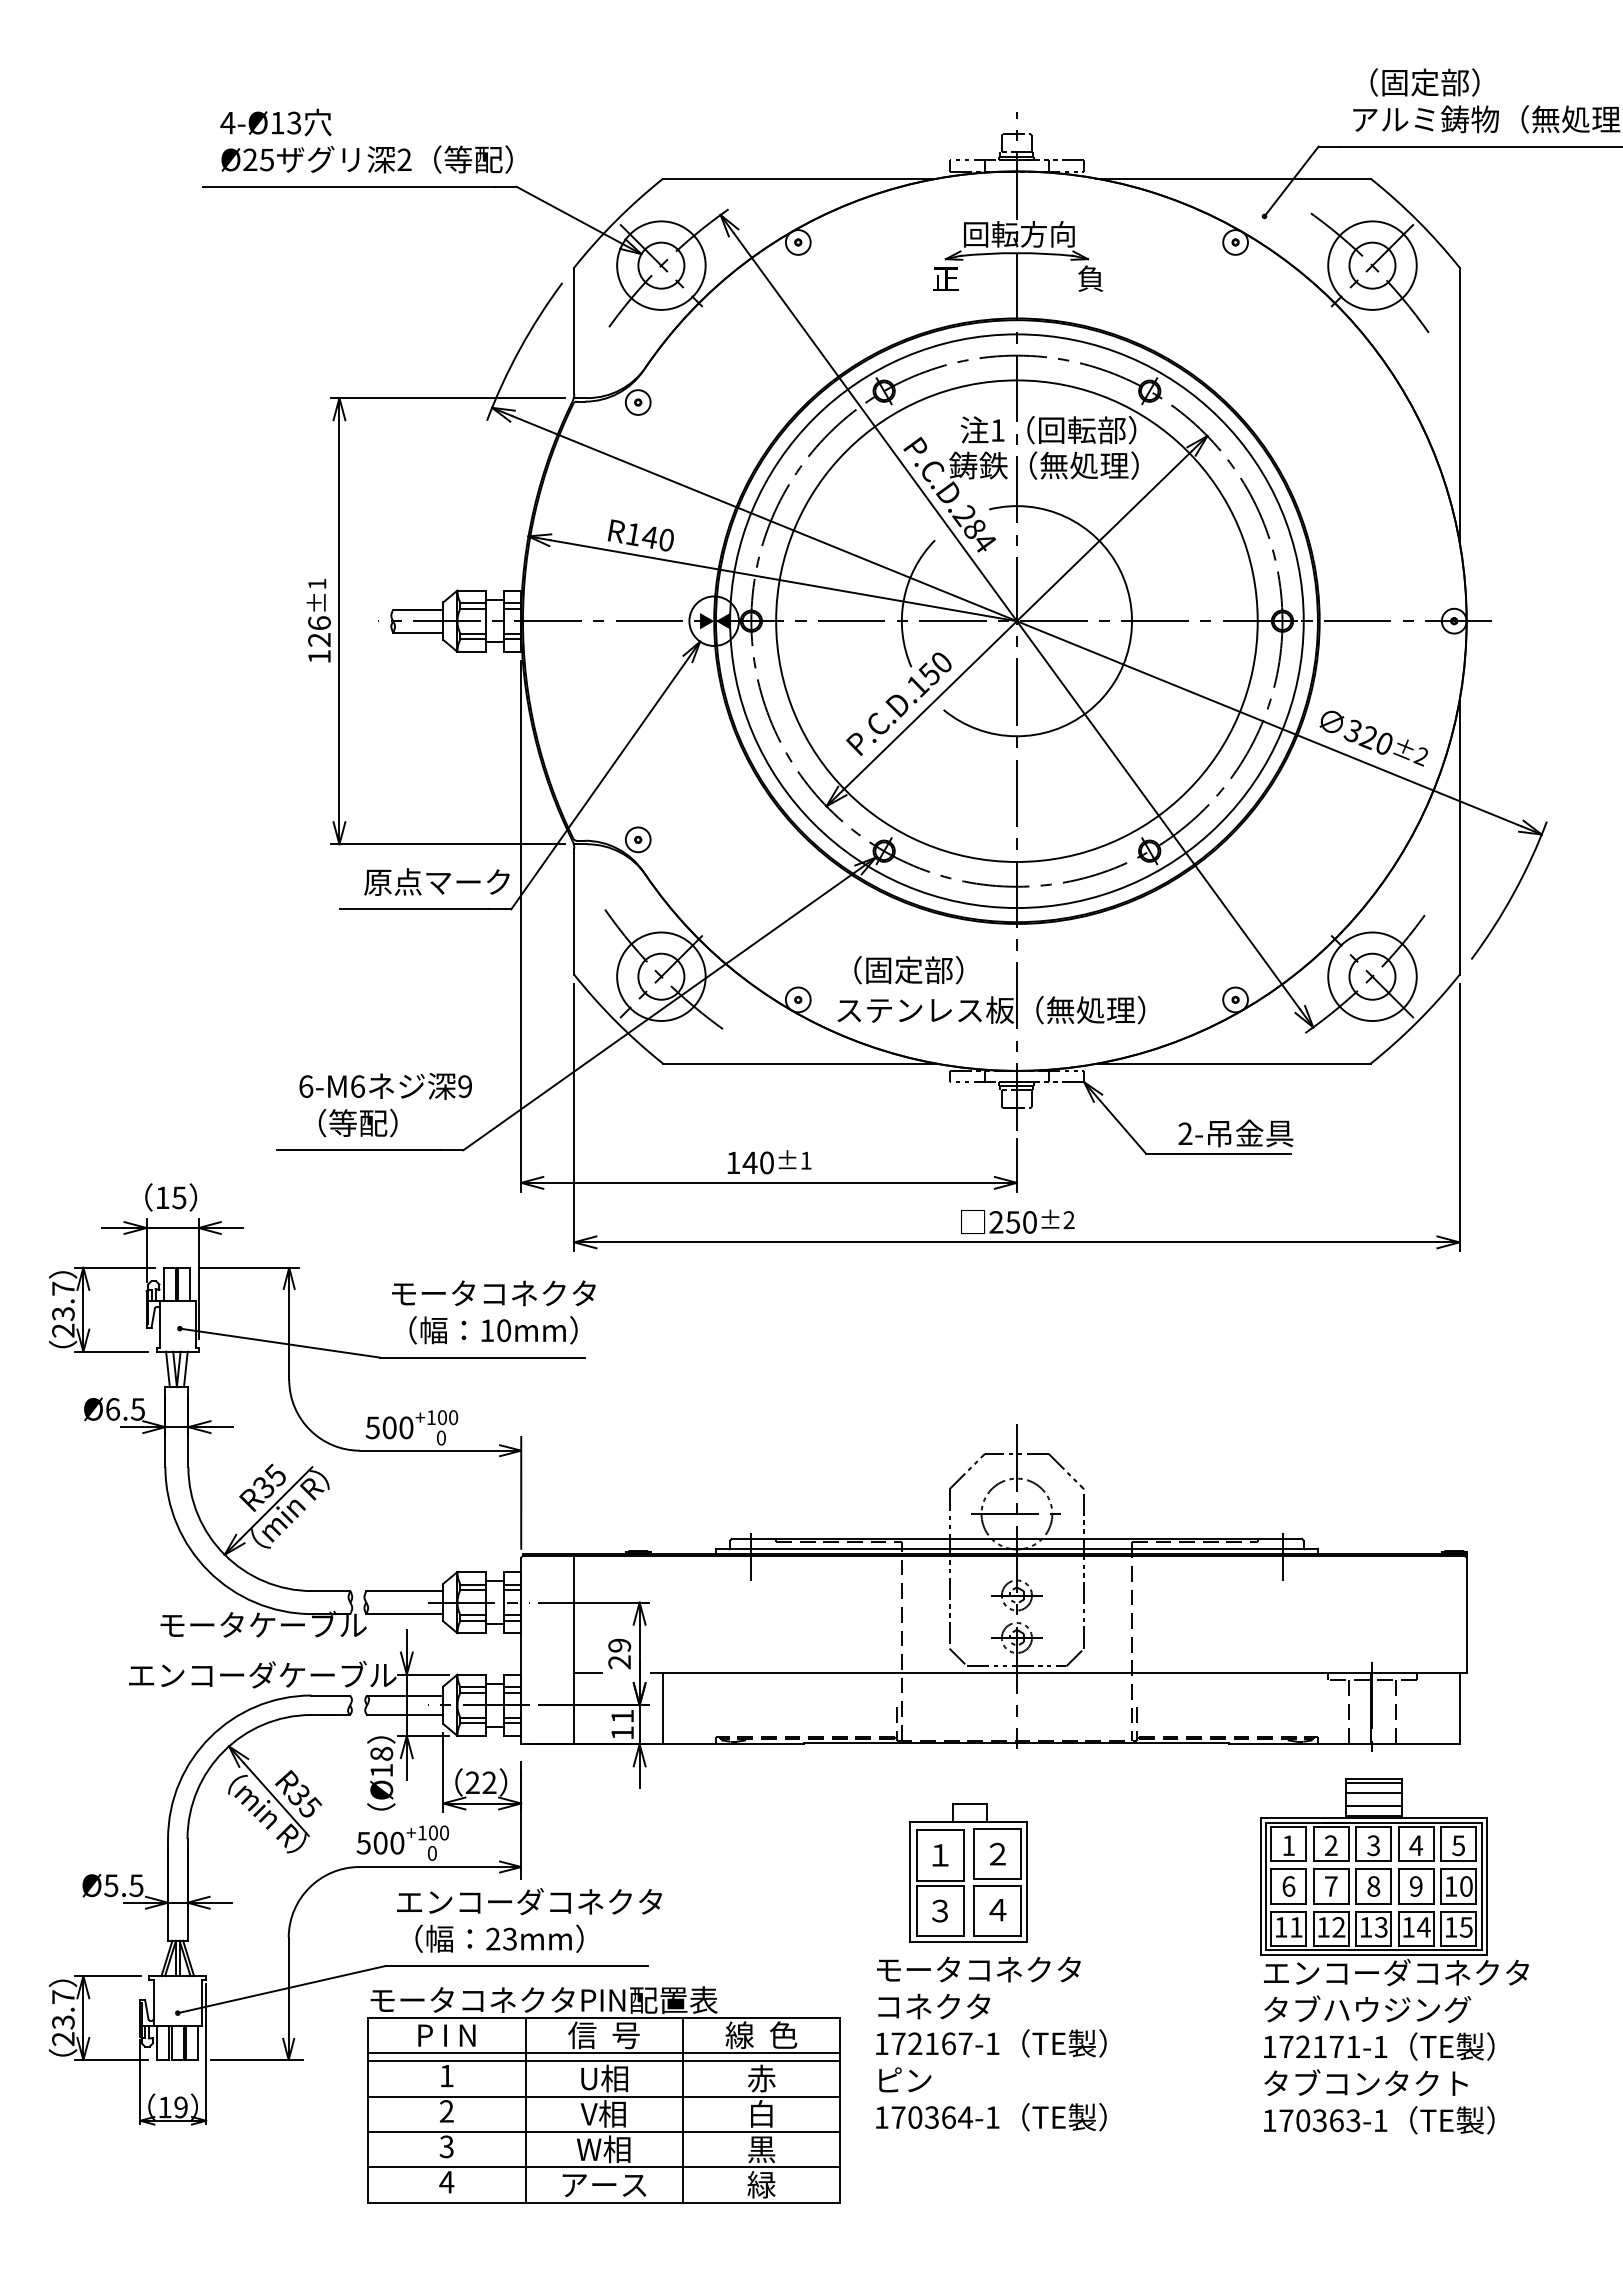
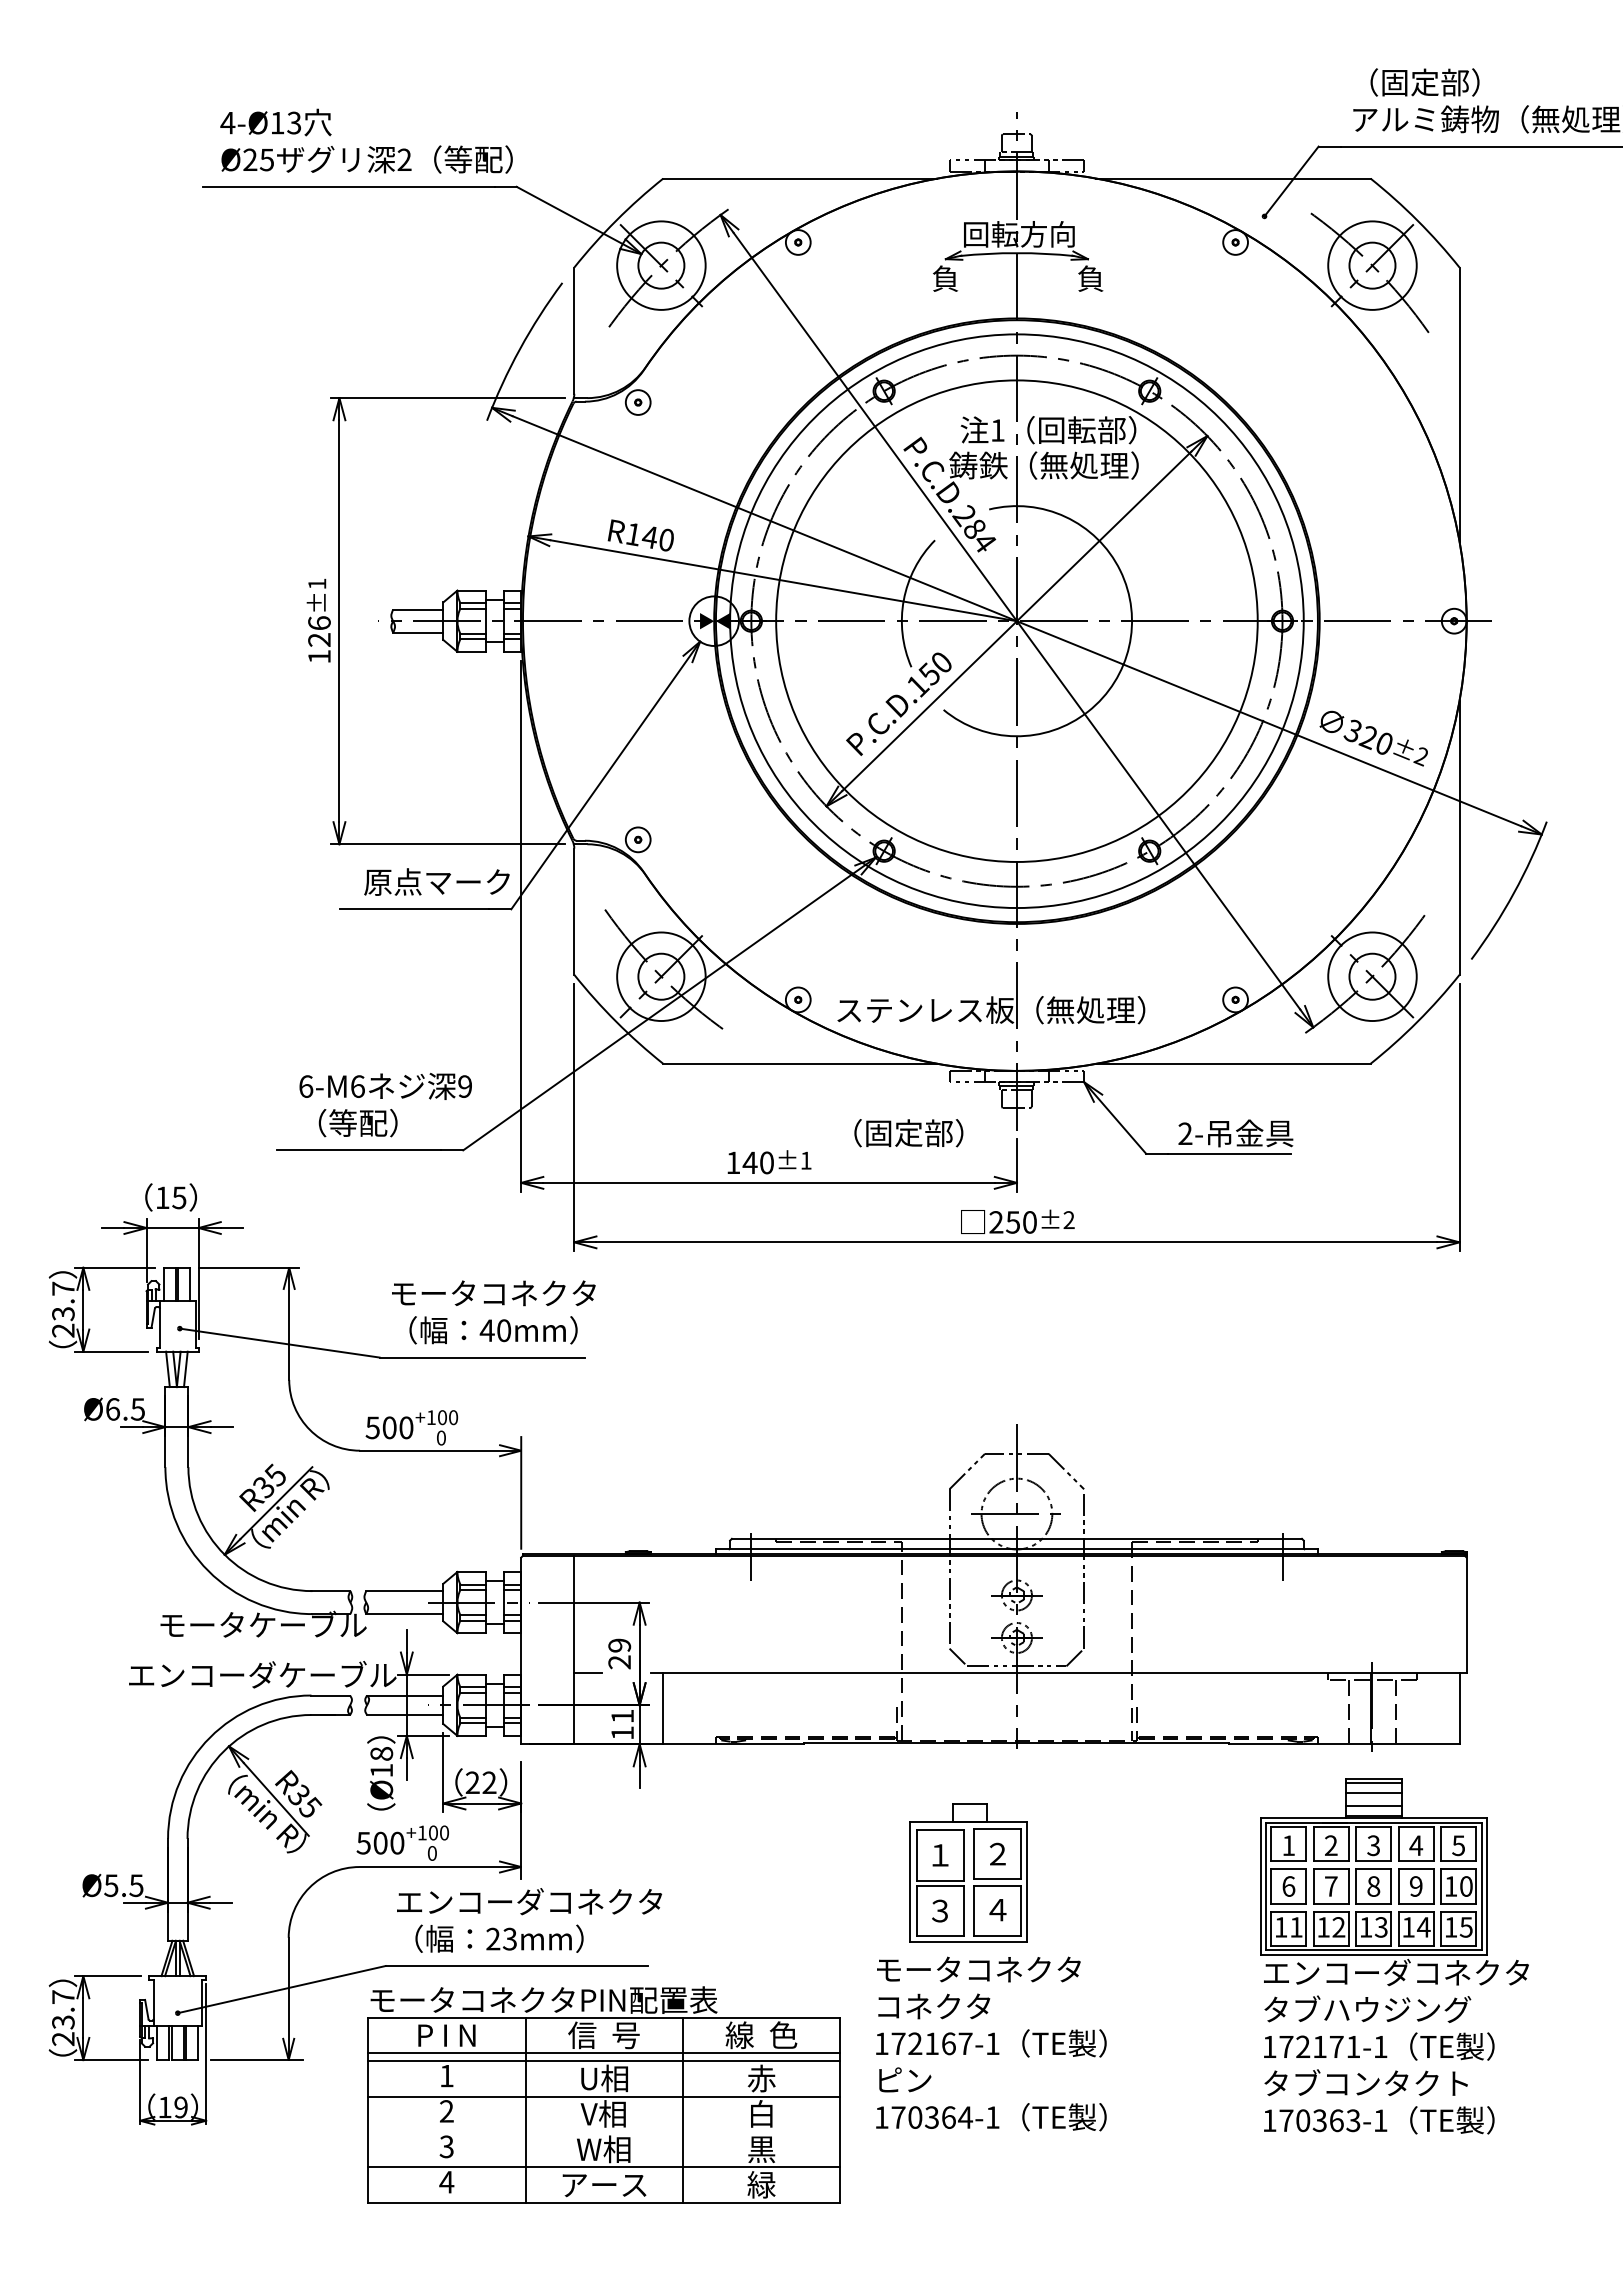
text at (945, 278): 正 -> 負
text at (908, 970) position: (908, 970) -> (908, 1133)
text at (486, 1330): 10mm -> 40mm
line at (604, 2132): present -> none
